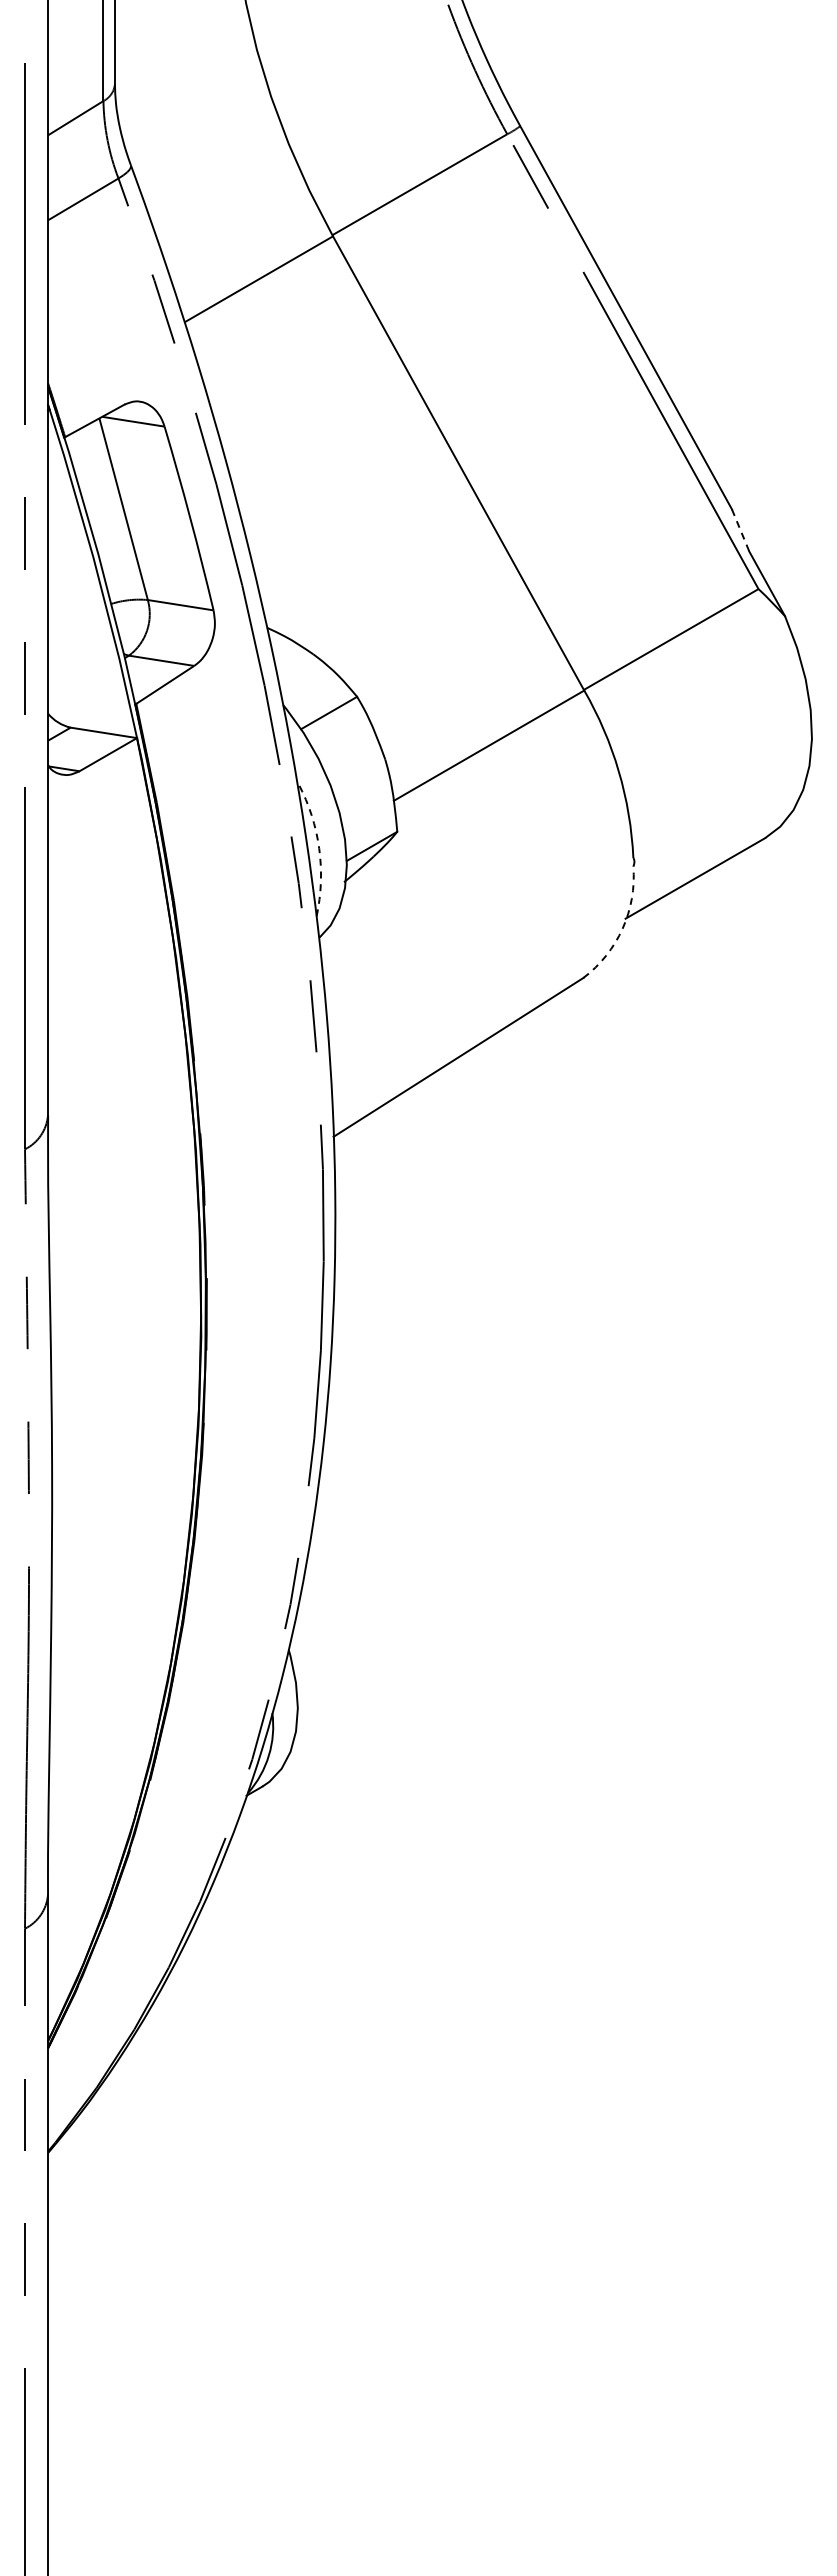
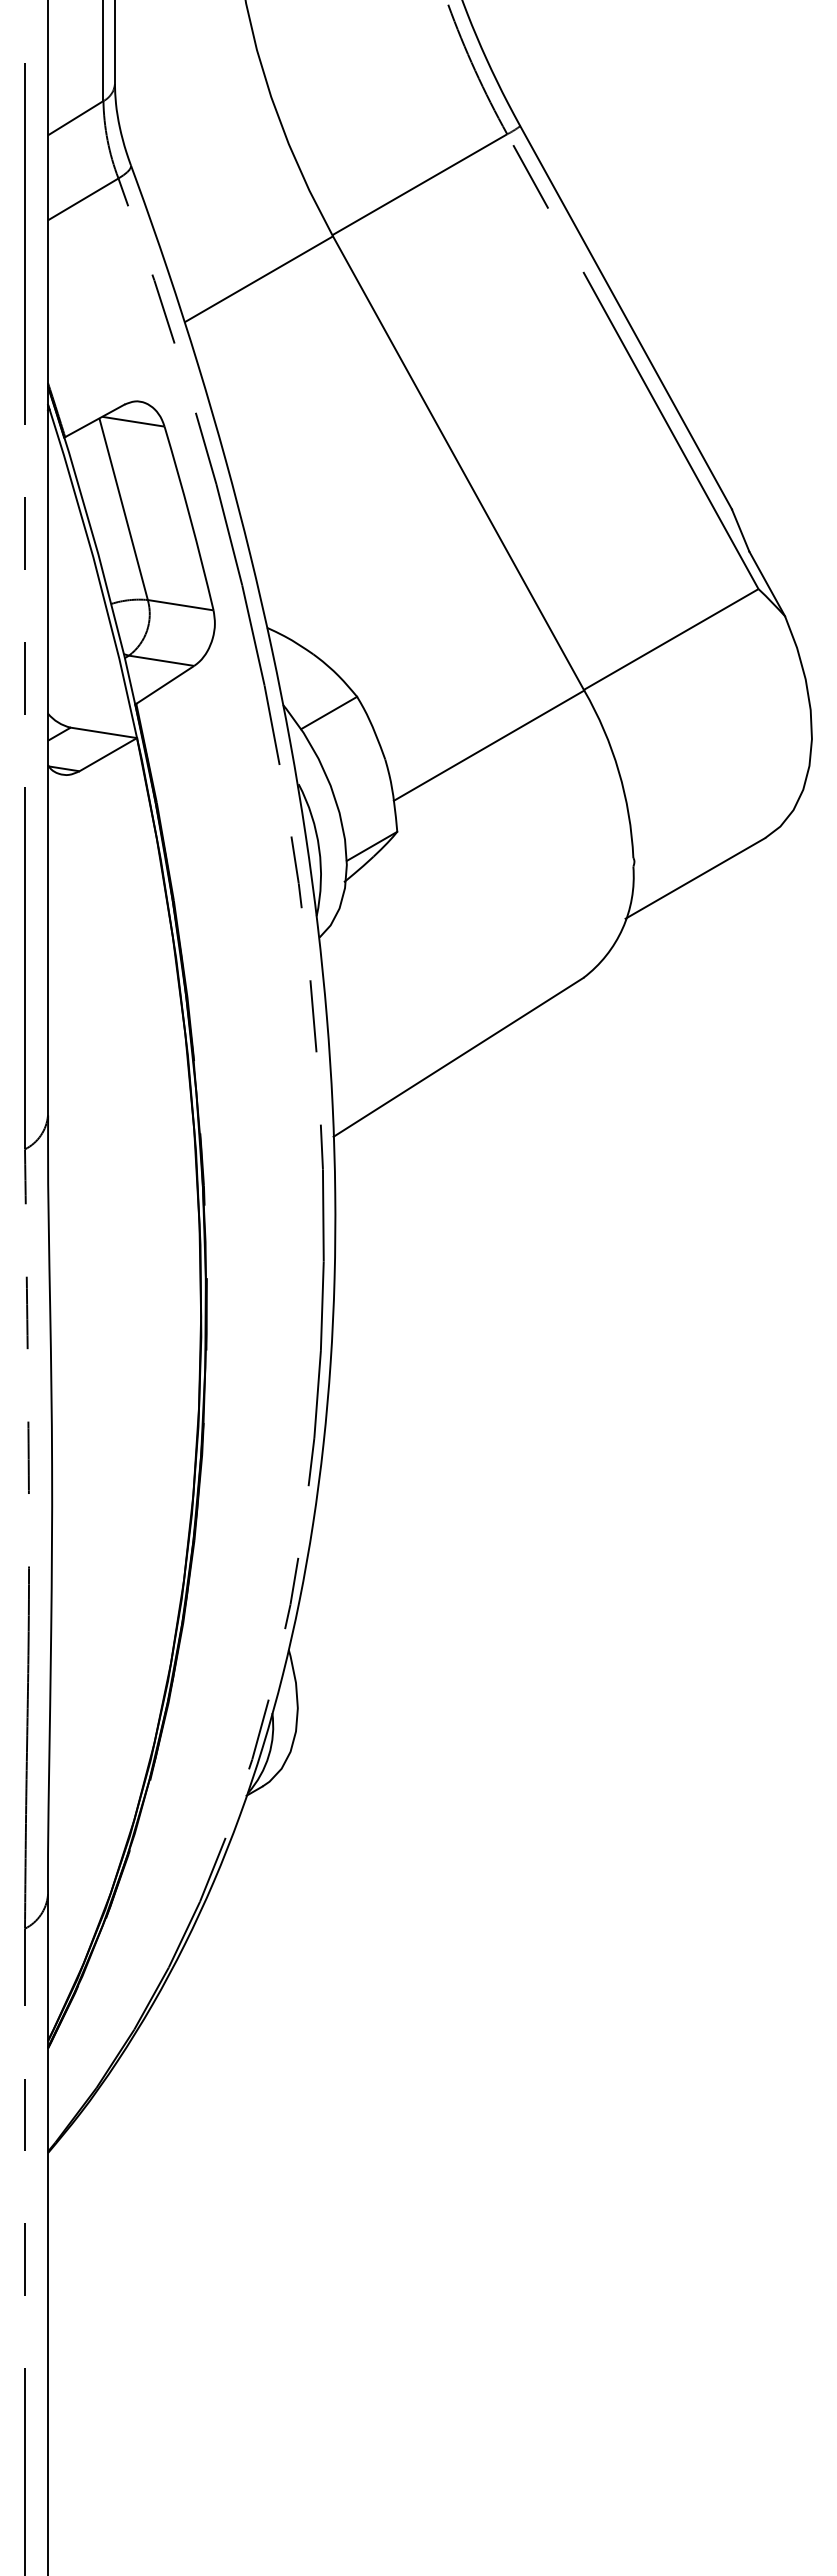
line at (740, 530): dashed -> solid
arc at (319, 848): dashed -> solid
arc at (622, 928): dashed -> solid
